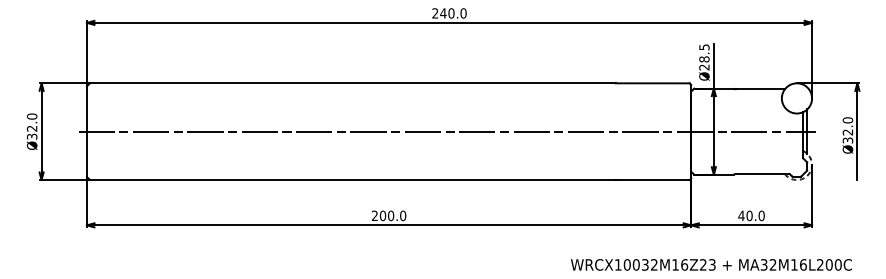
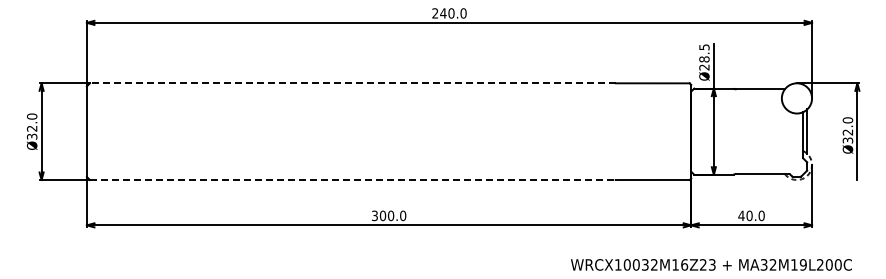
line at (352, 83): solid -> dashed
line at (446, 131): present -> none
line at (352, 180): solid -> dashed
text at (374, 216): 200.0 -> 300.0
text at (802, 264): MA32M16L200C -> MA32M19L200C
